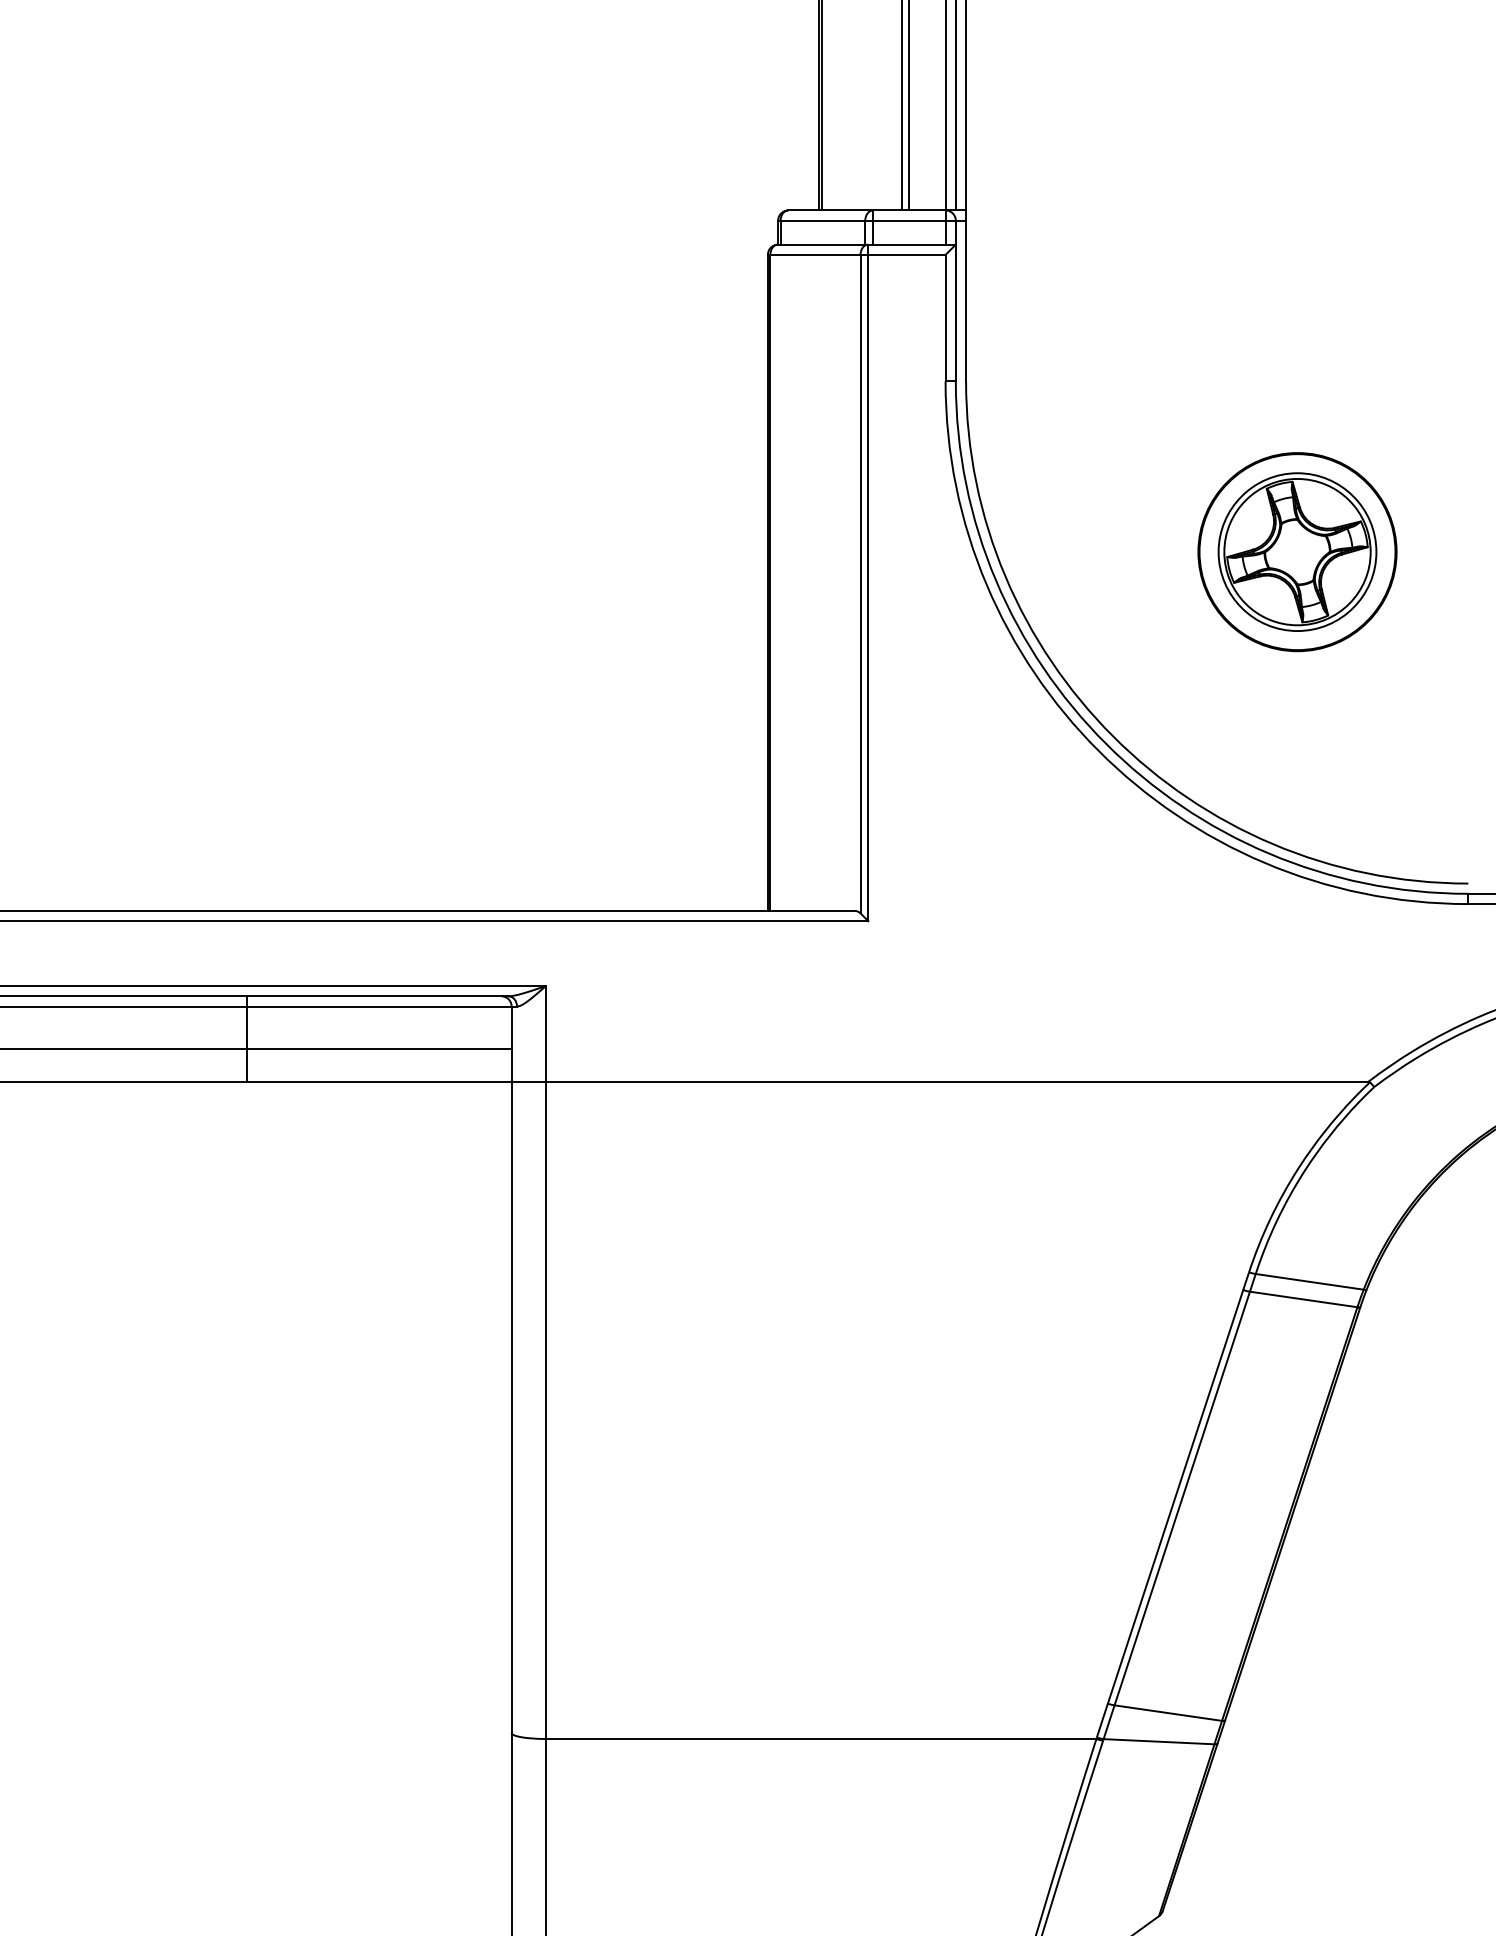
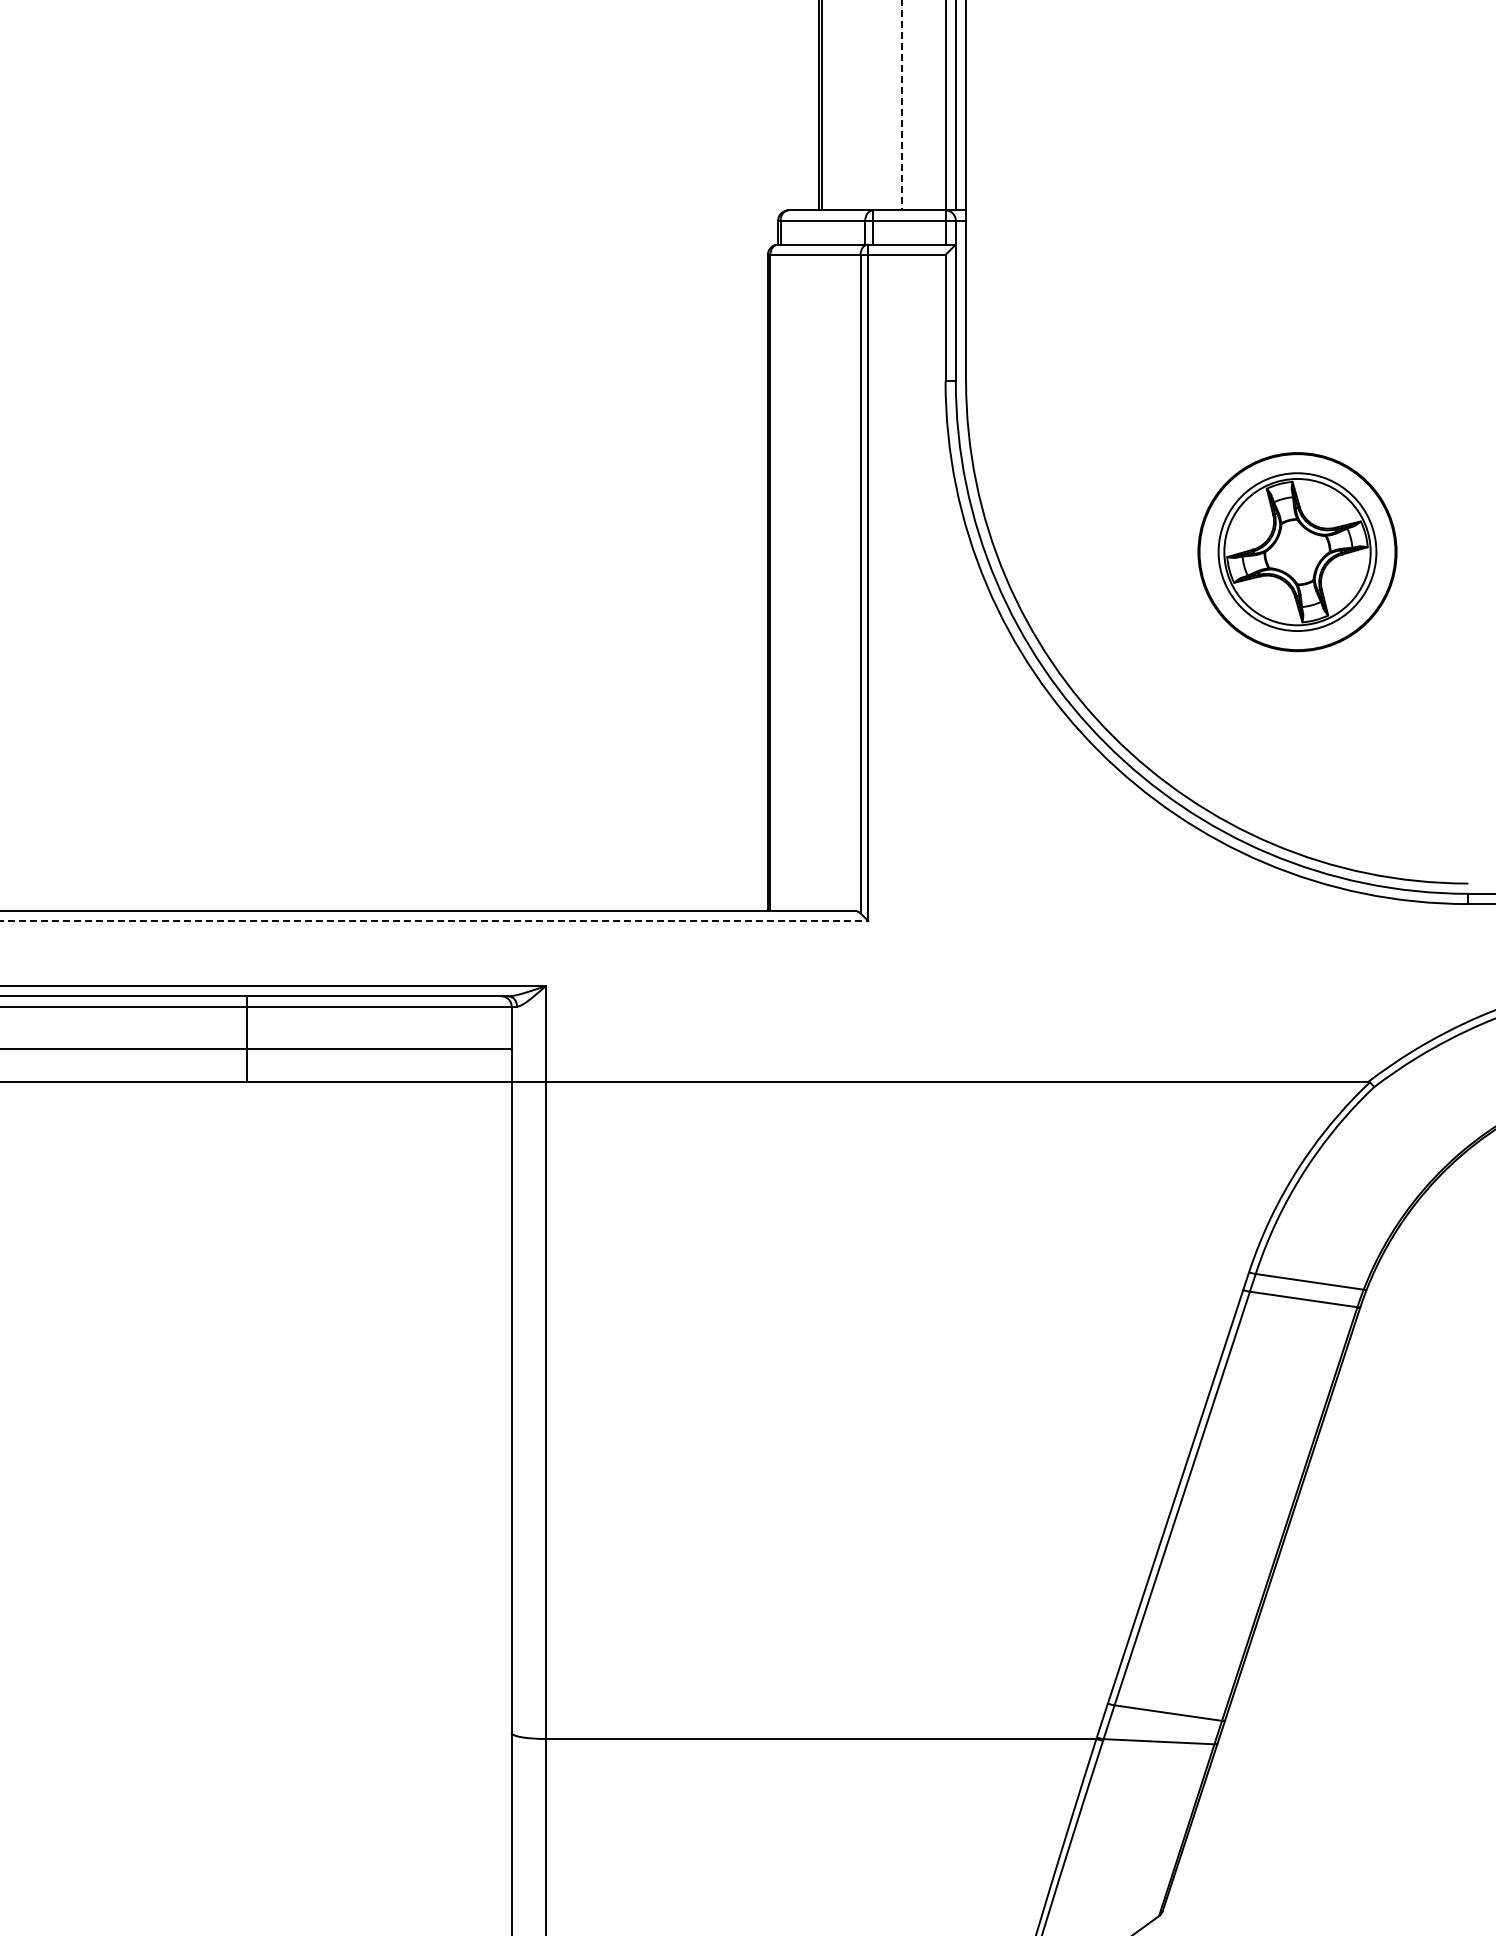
line at (901, 105): solid -> dashed
line at (909, 106): present -> none
line at (434, 921): solid -> dashed
